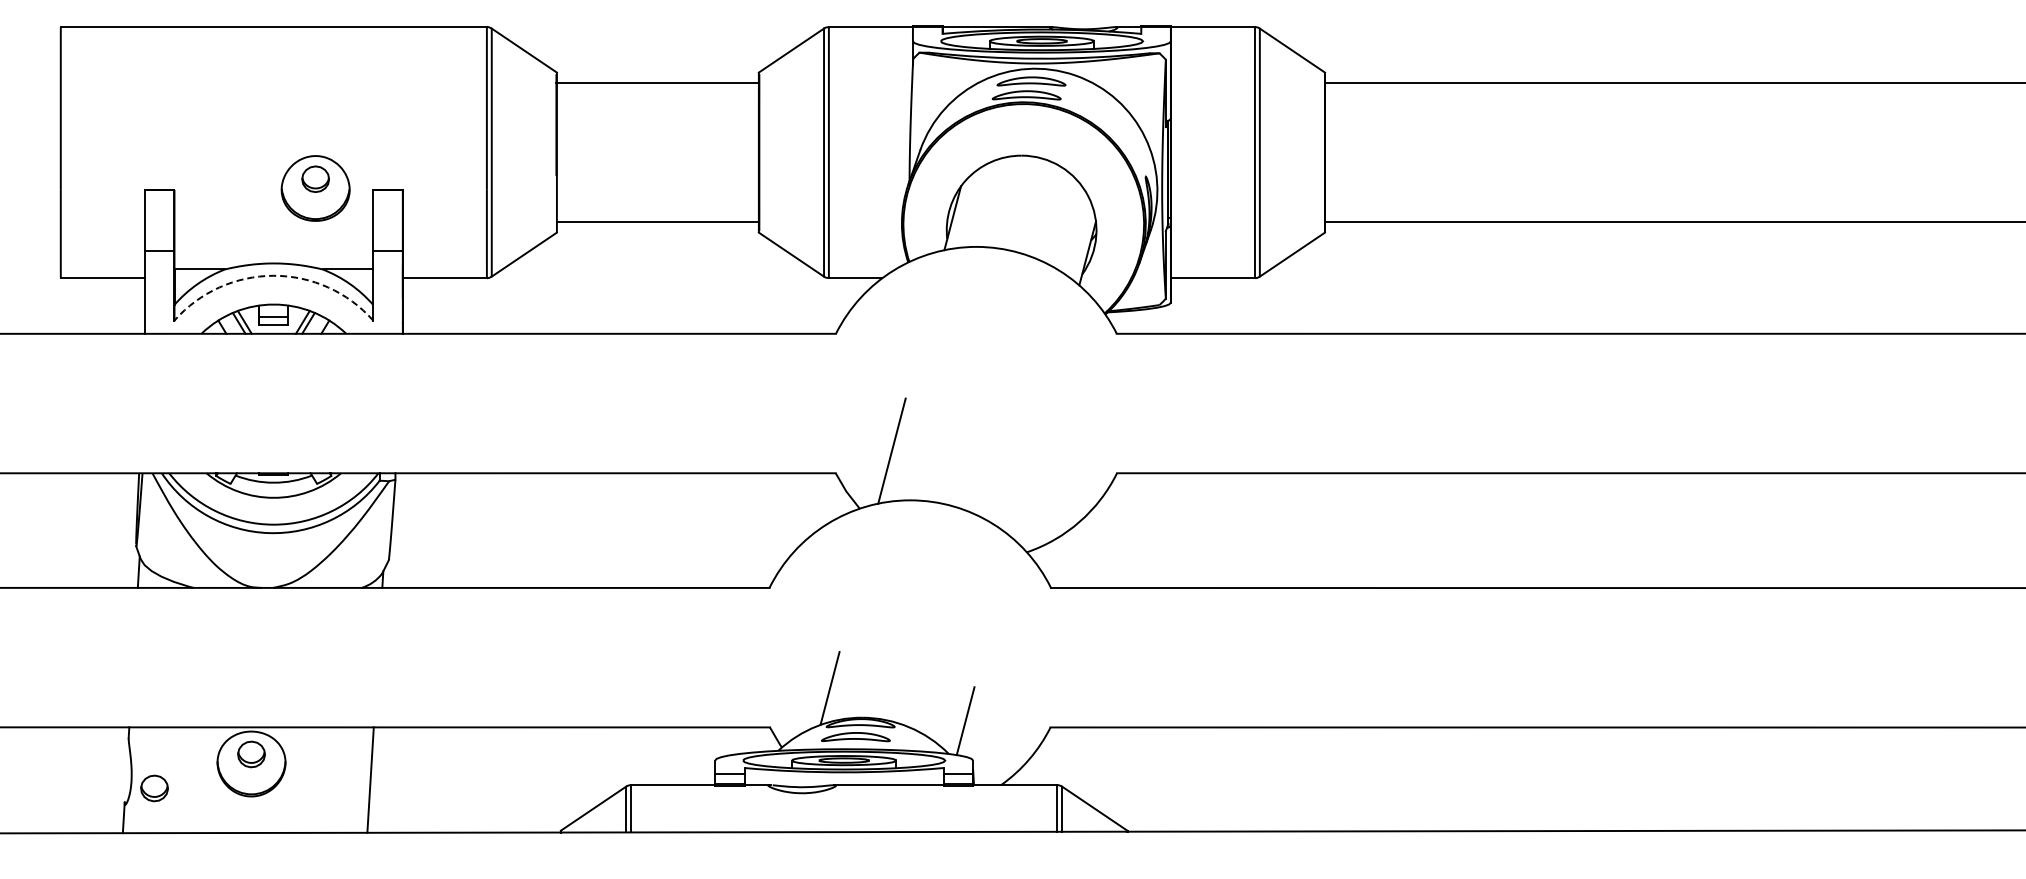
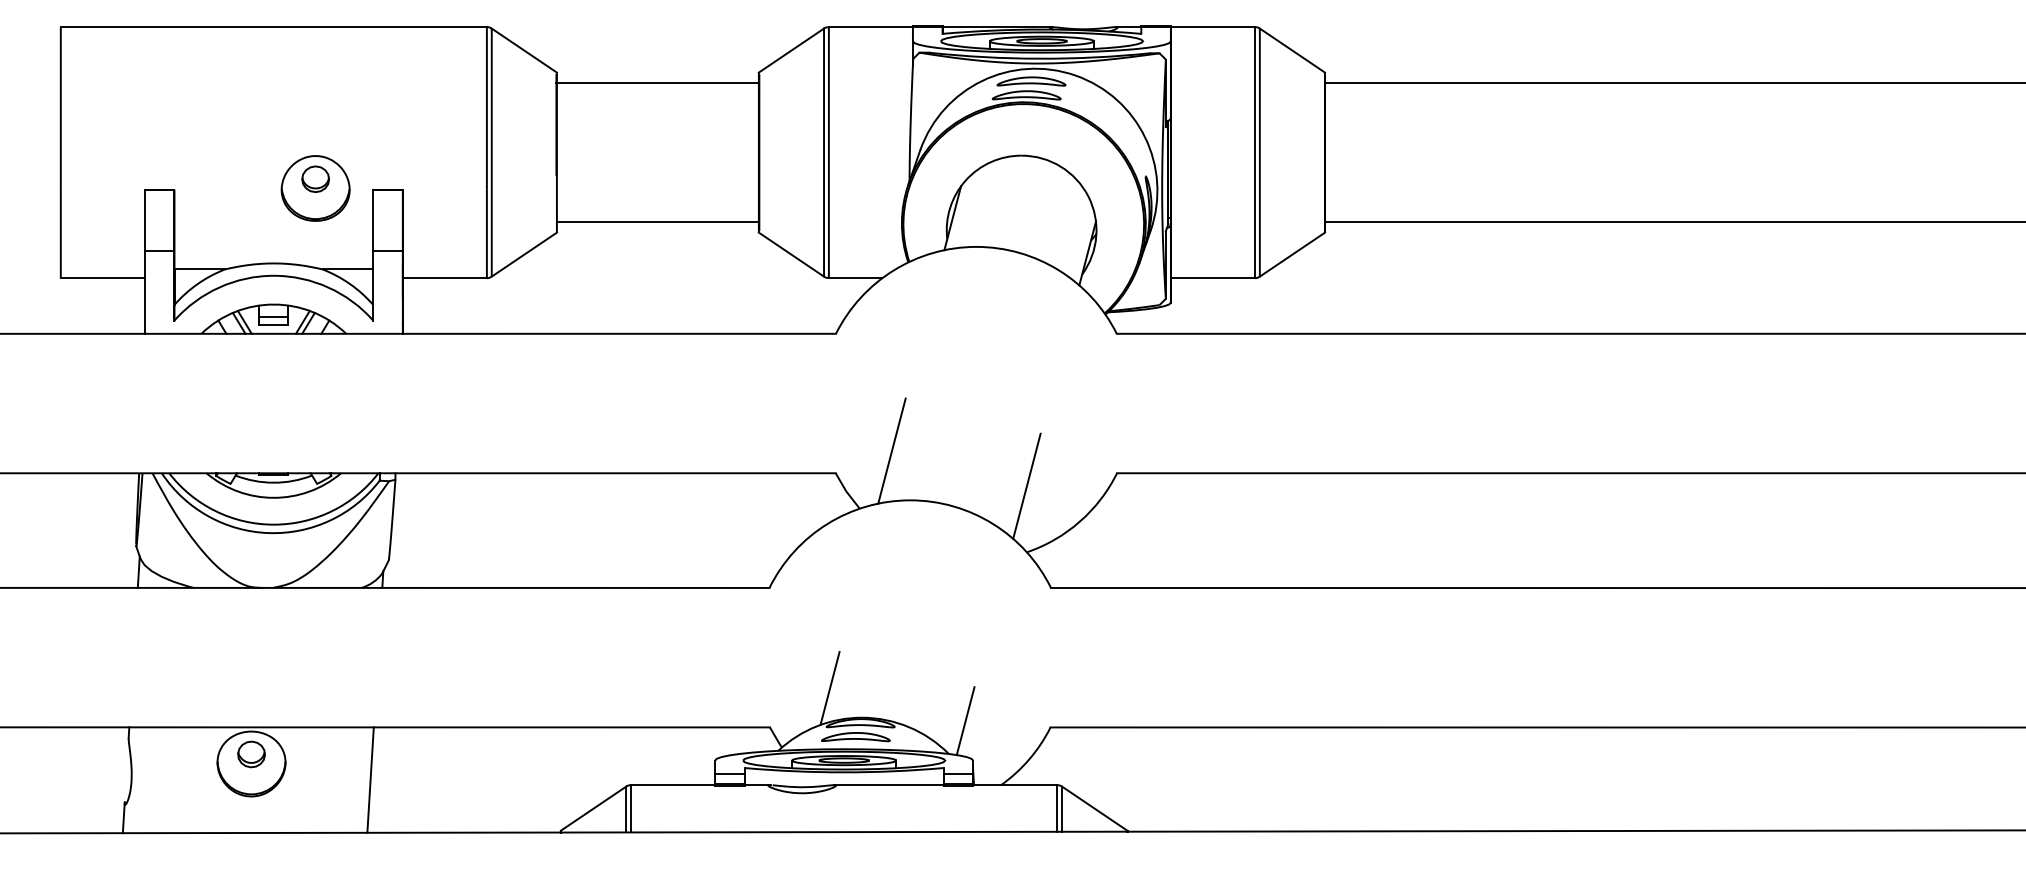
arc at (273, 275): dashed -> solid
line at (1026, 485): none -> present
part at (154, 788): present -> none
